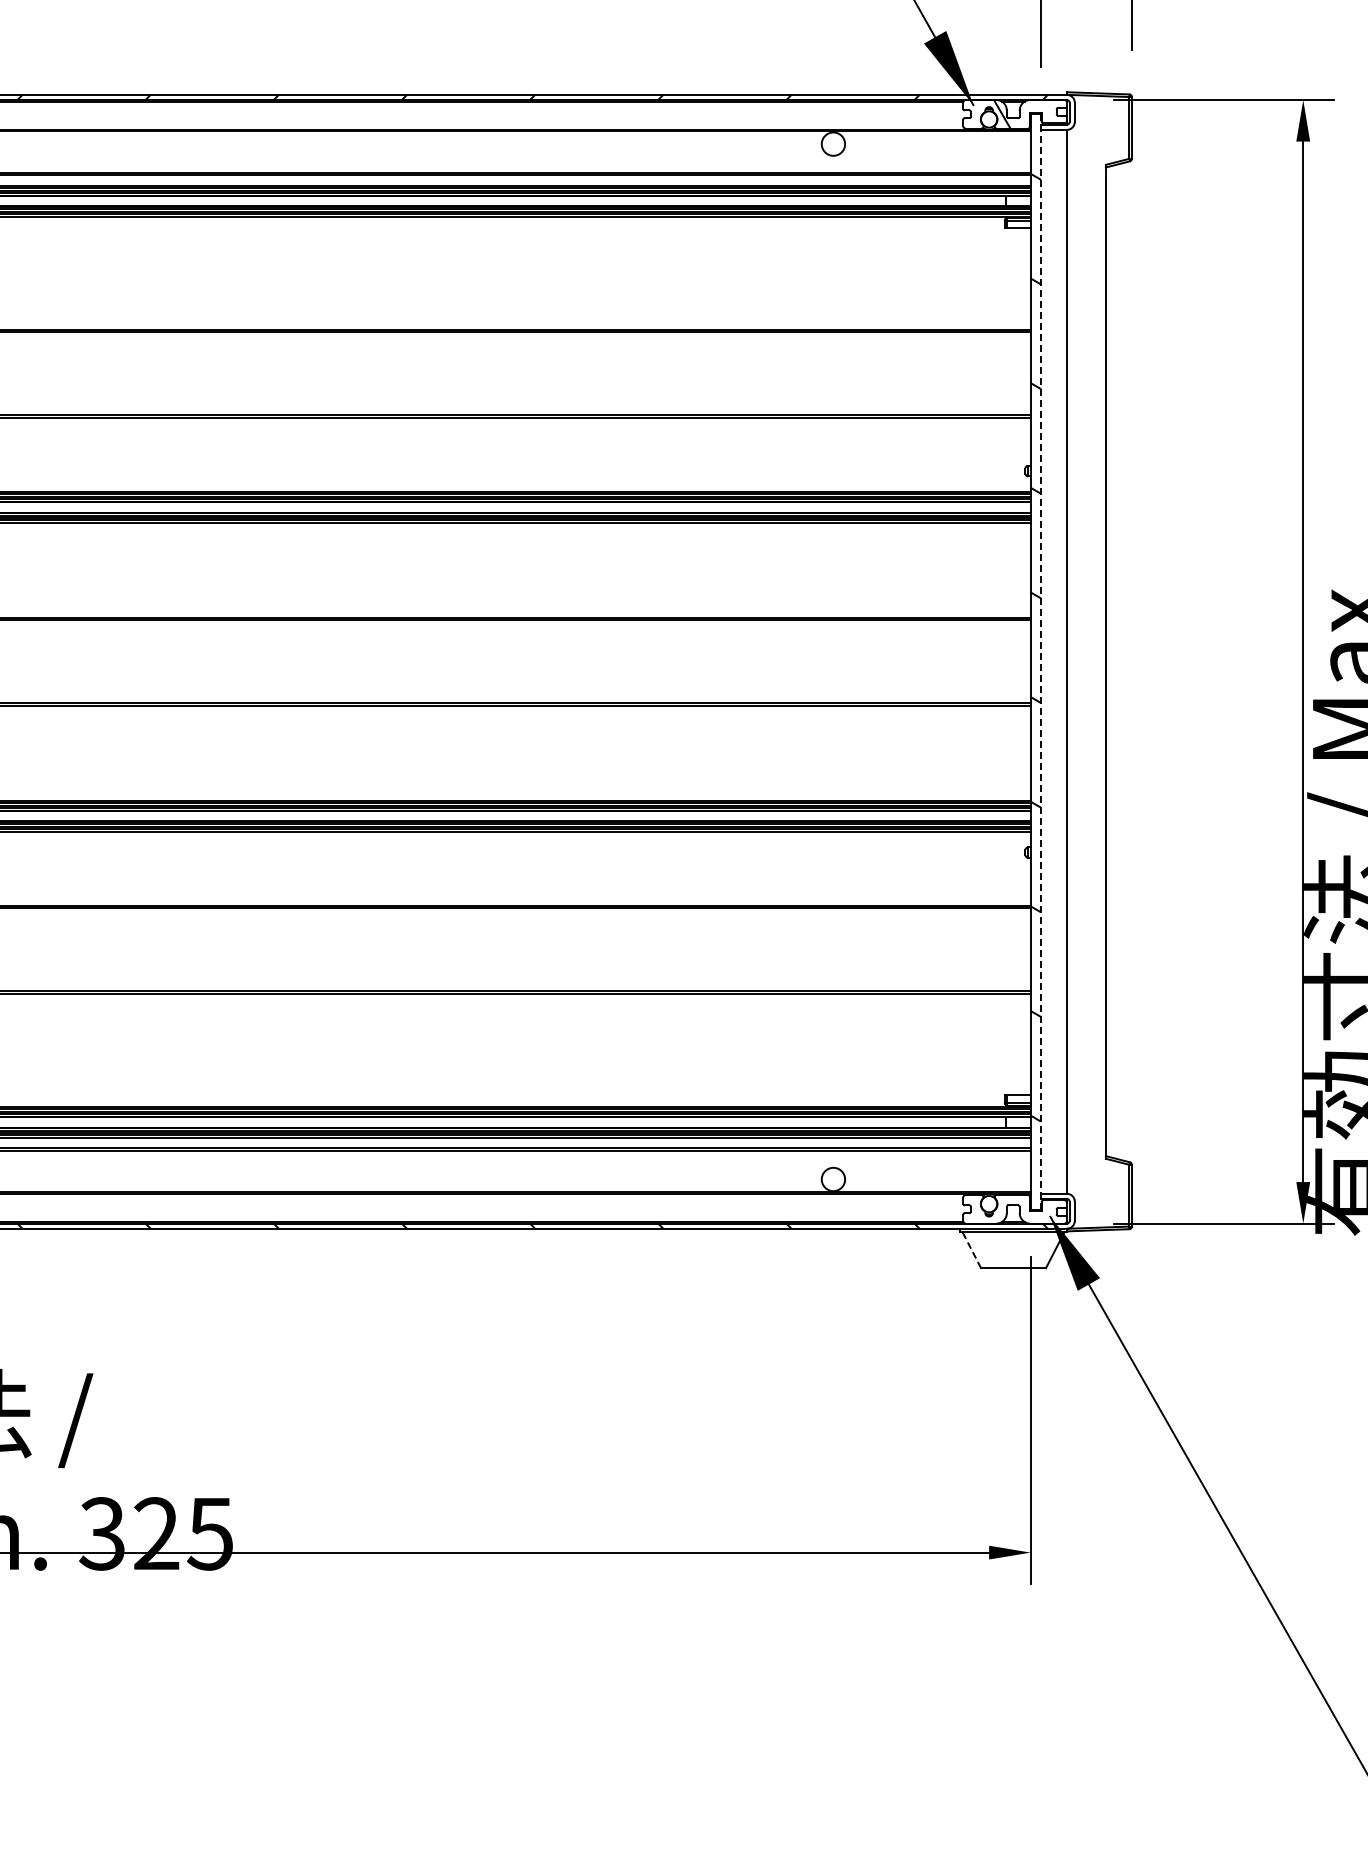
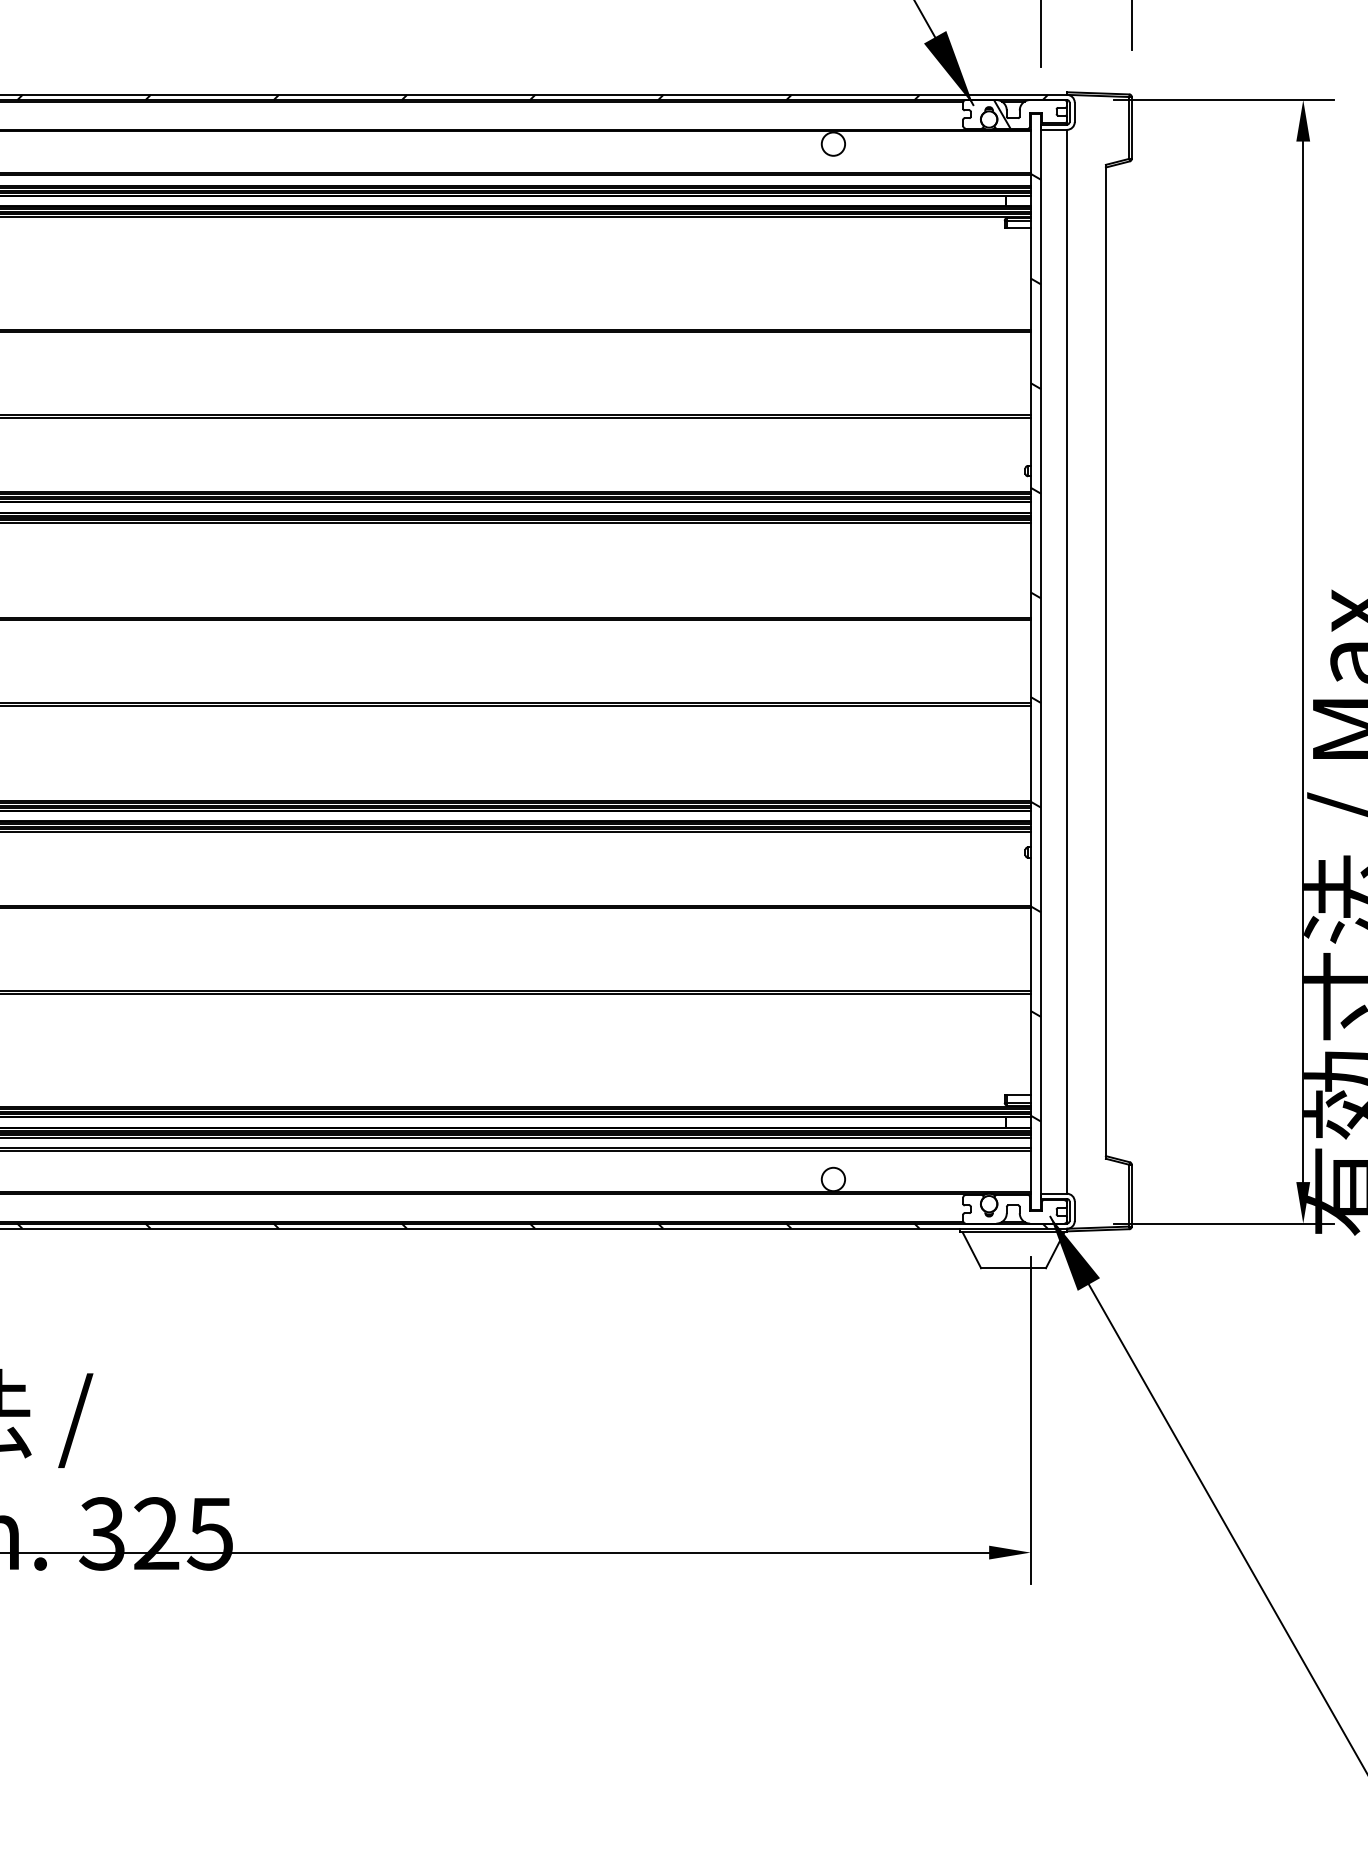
line at (1041, 661): dashed -> solid
line at (971, 1249): dashed -> solid
